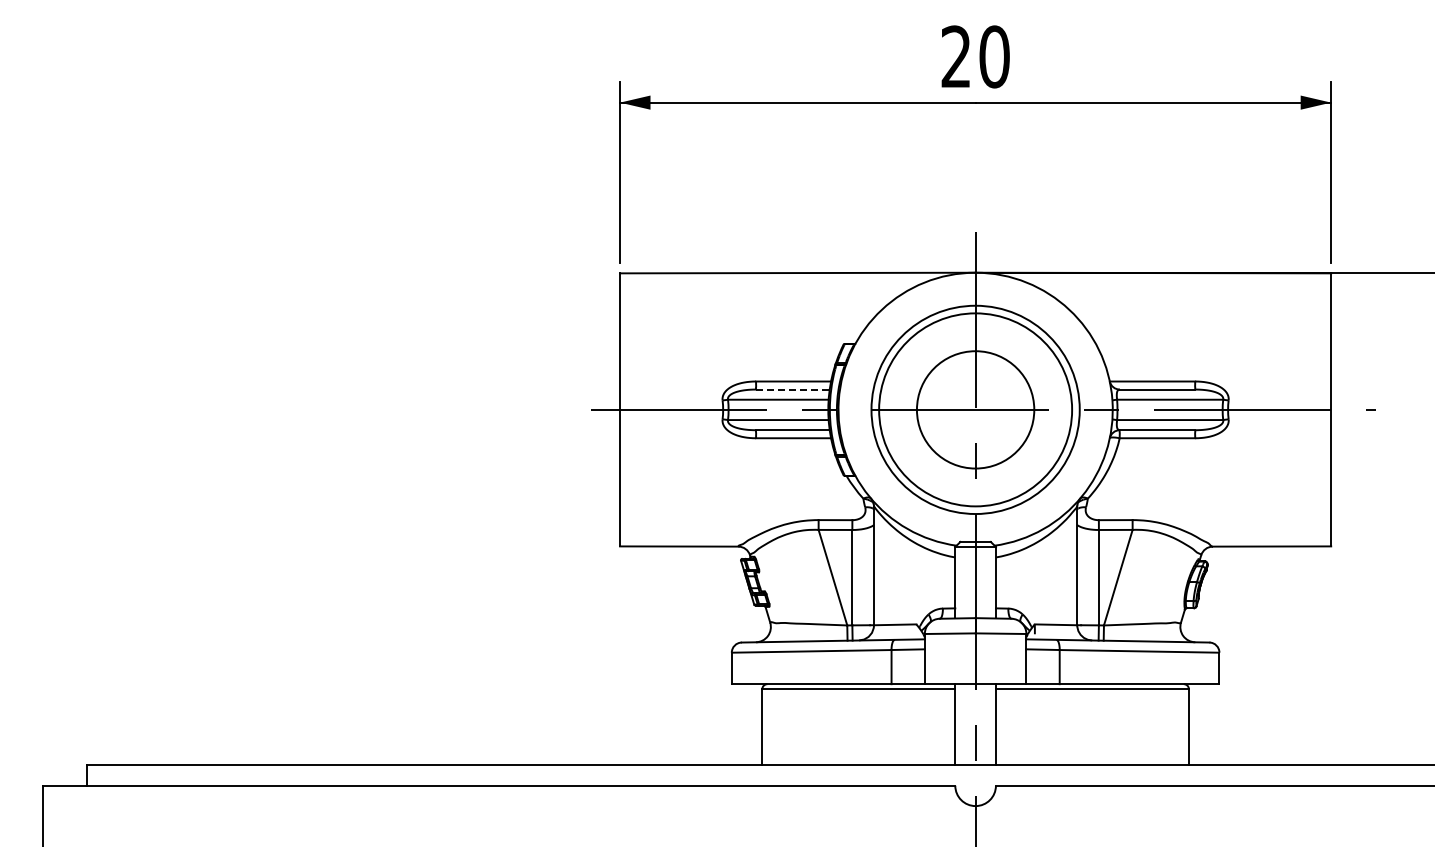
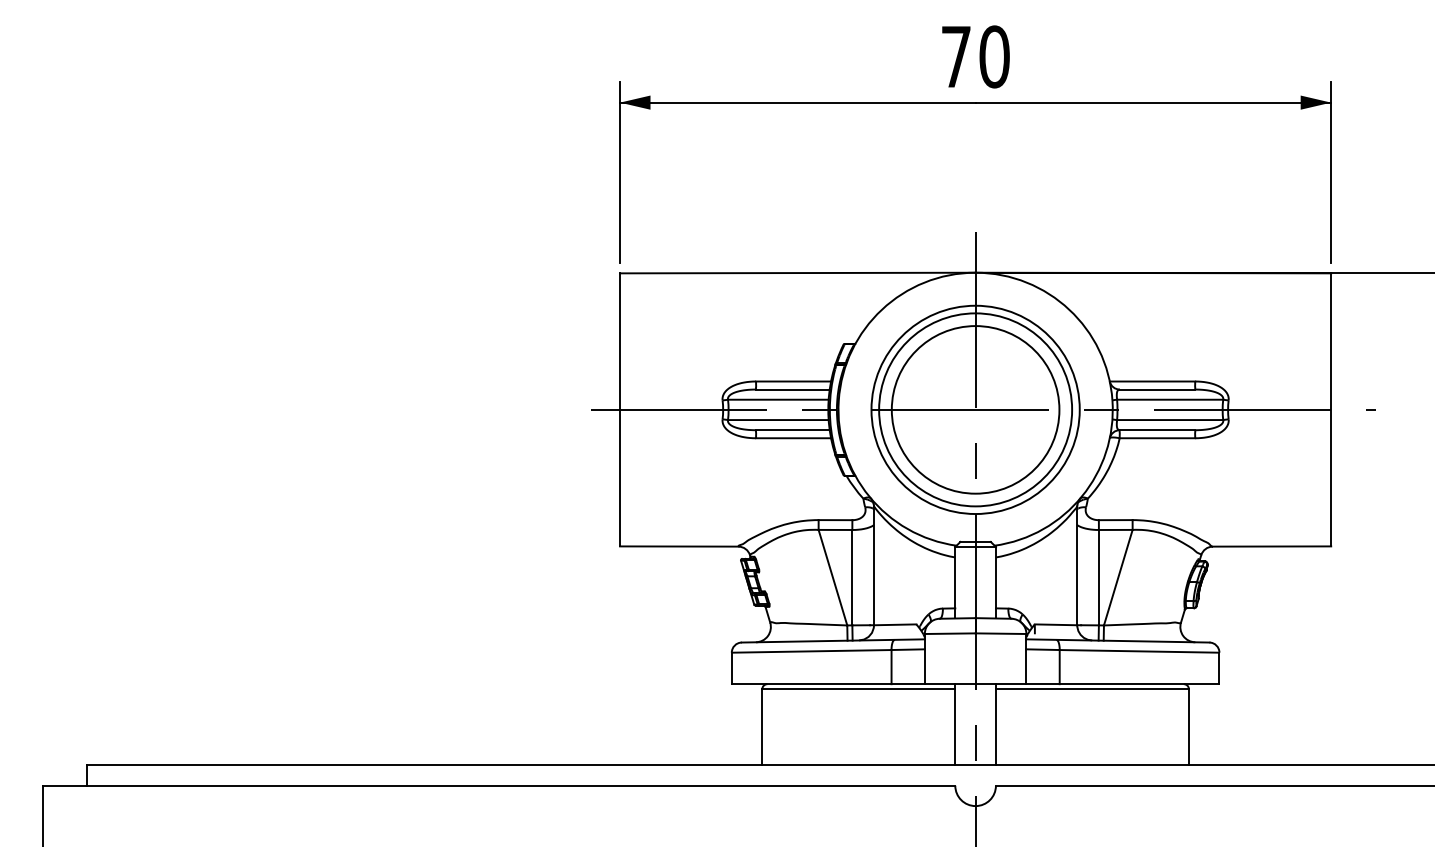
text at (955, 56): 20 -> 70
line at (792, 389): dashed -> solid
circle at (975, 409) diameter: 117 px -> 168 px
